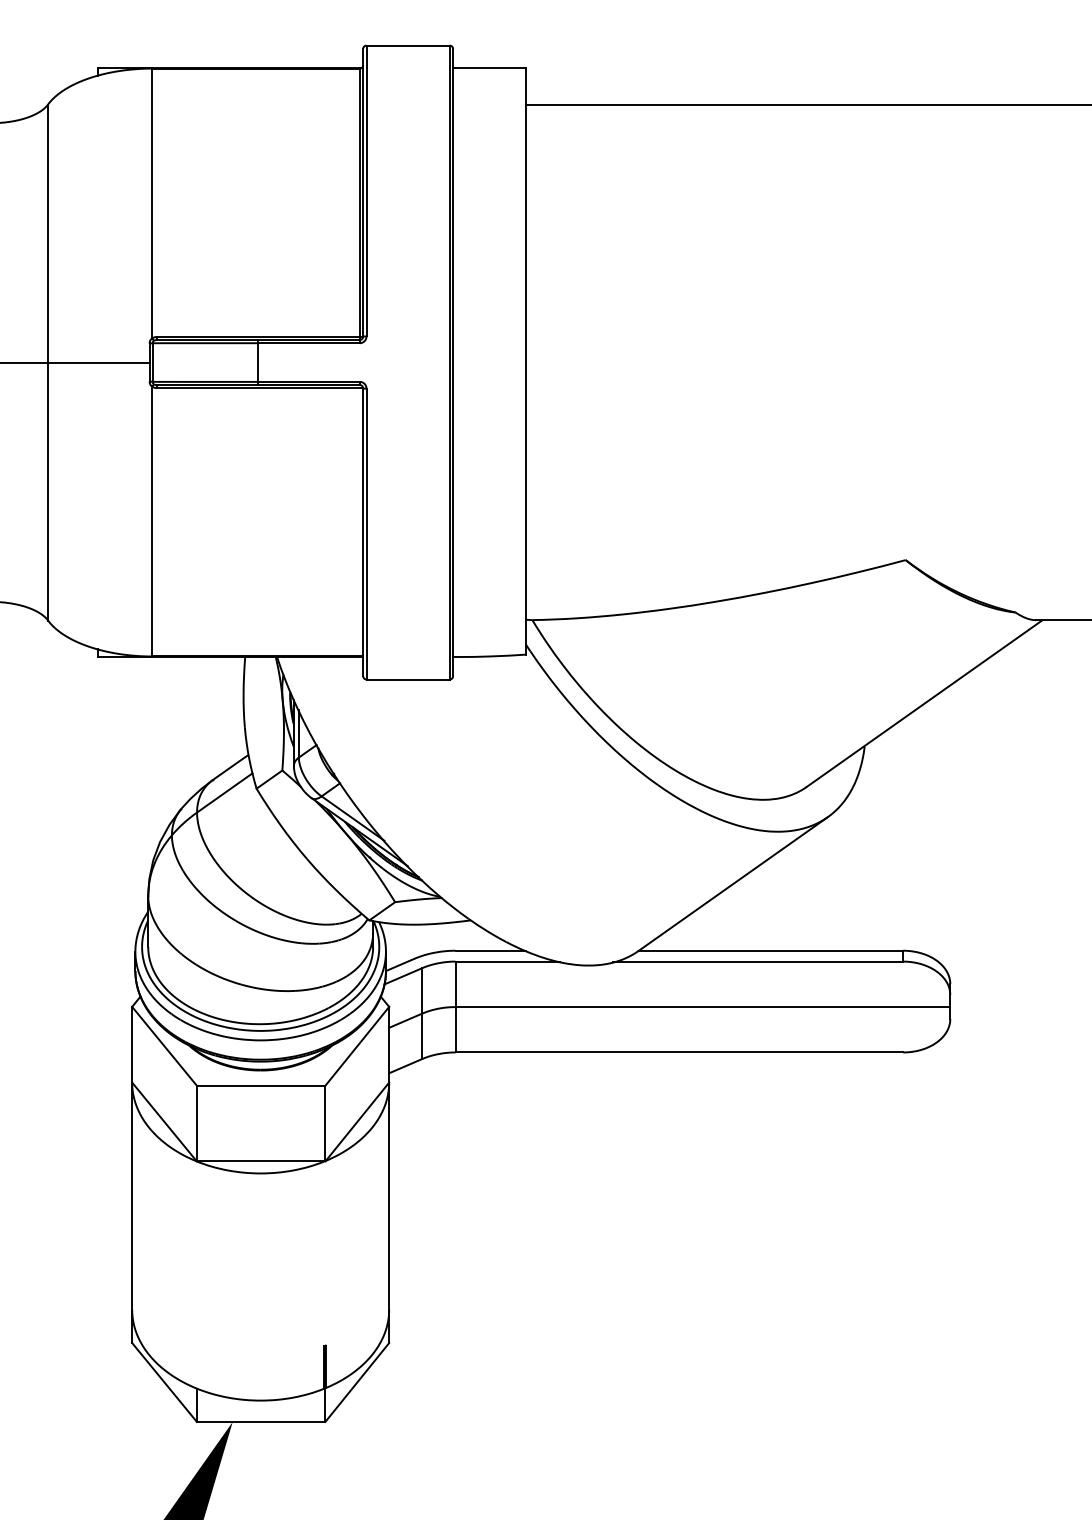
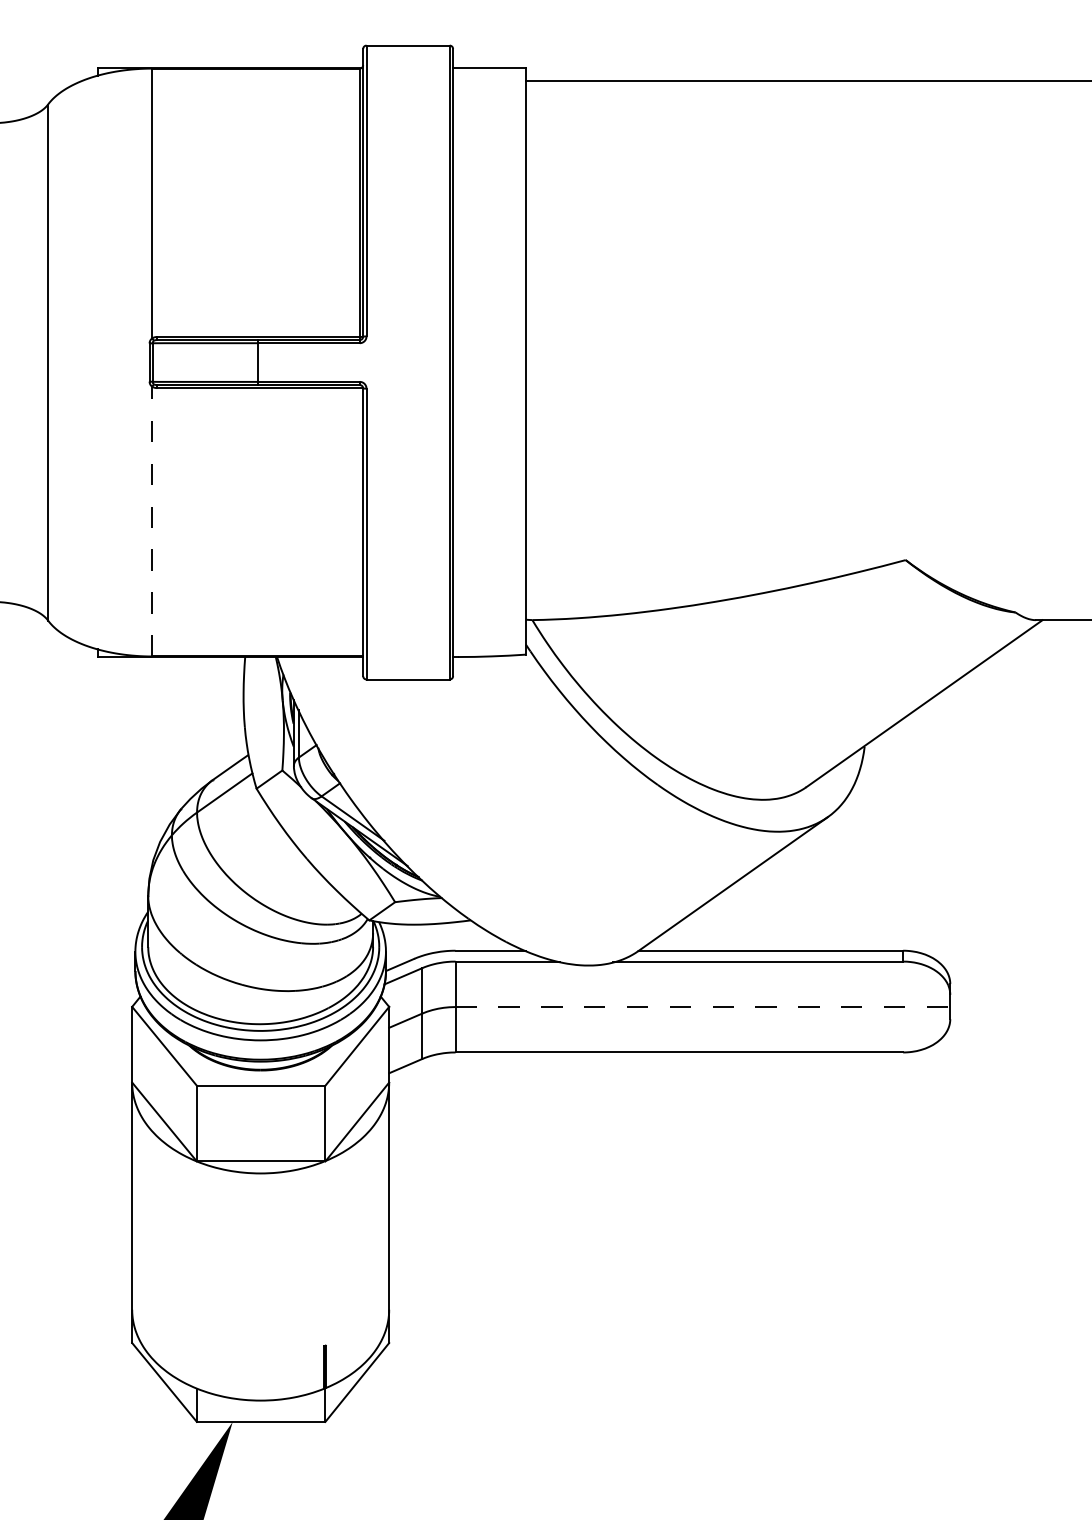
line at (806, 104) position: (806, 104) -> (806, 80)
line at (75, 362): present -> none
line at (152, 521): solid -> dashed
line at (703, 1007): solid -> dashed
